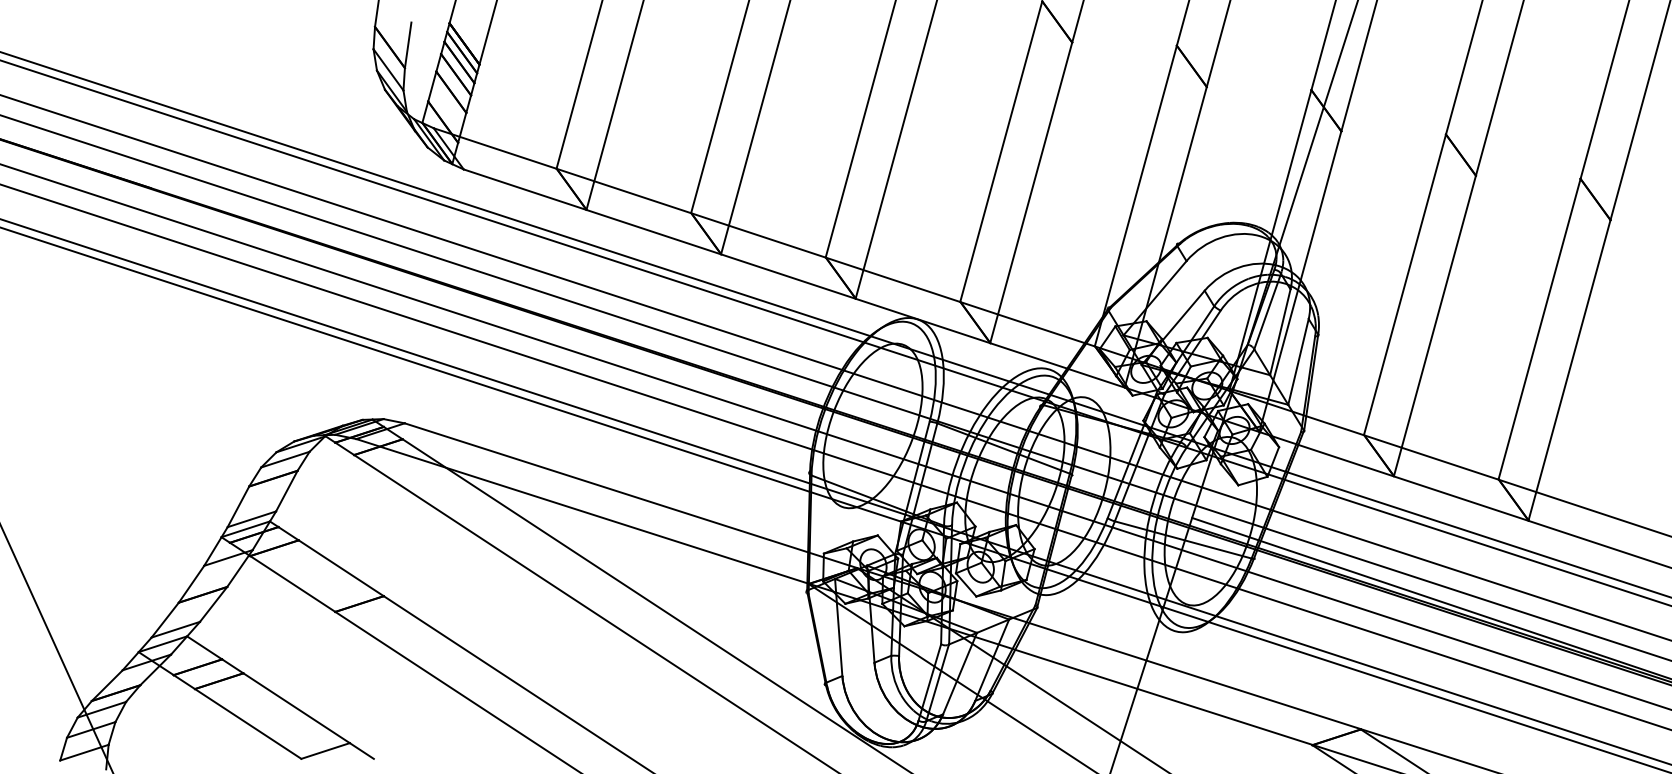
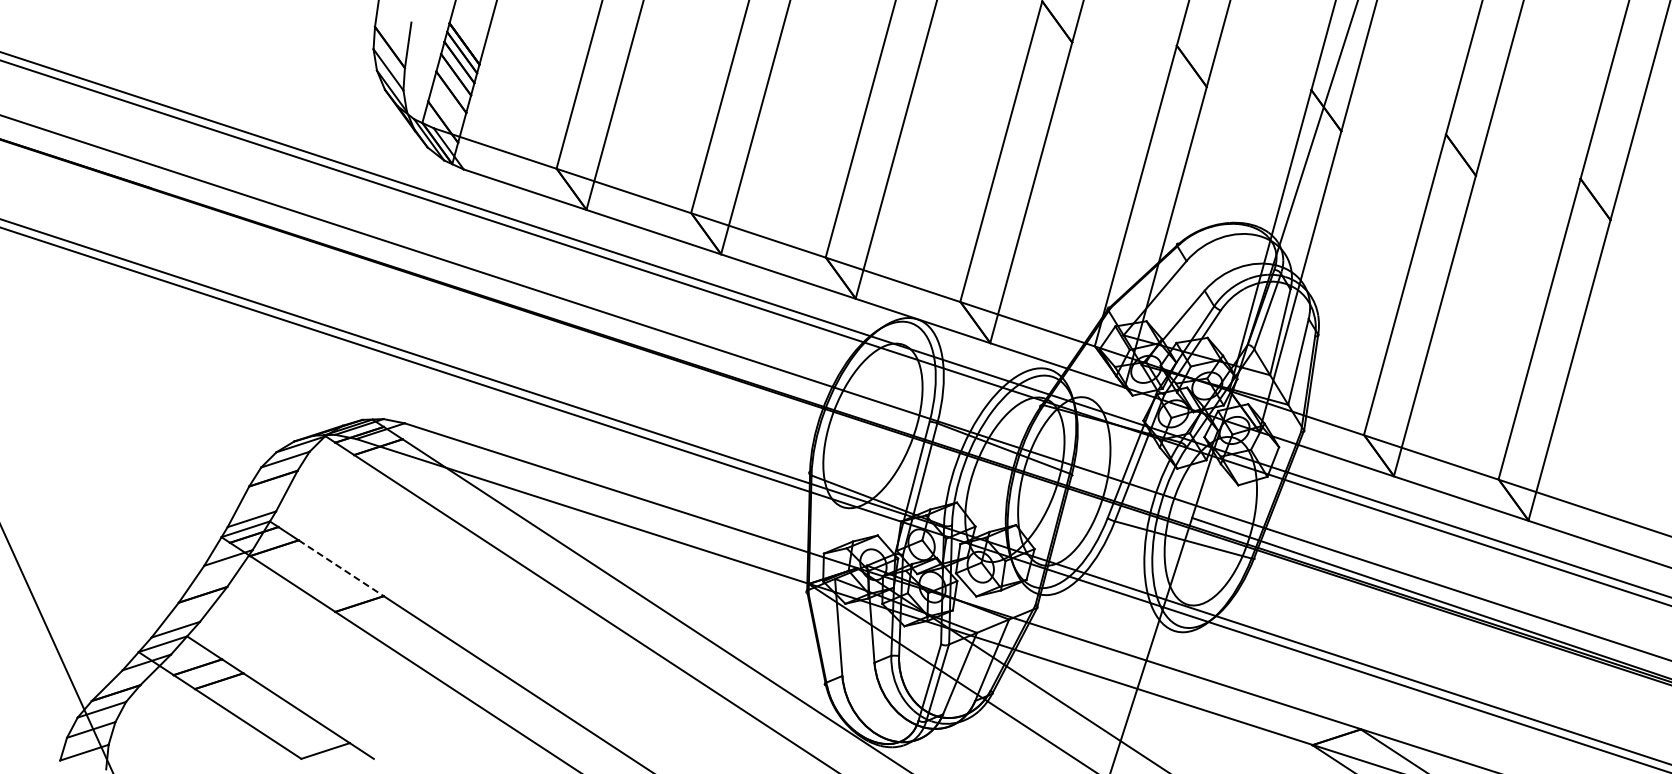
line at (835, 367): present -> none
line at (835, 436): present -> none
line at (835, 457): present -> none
line at (341, 568): solid -> dashed
